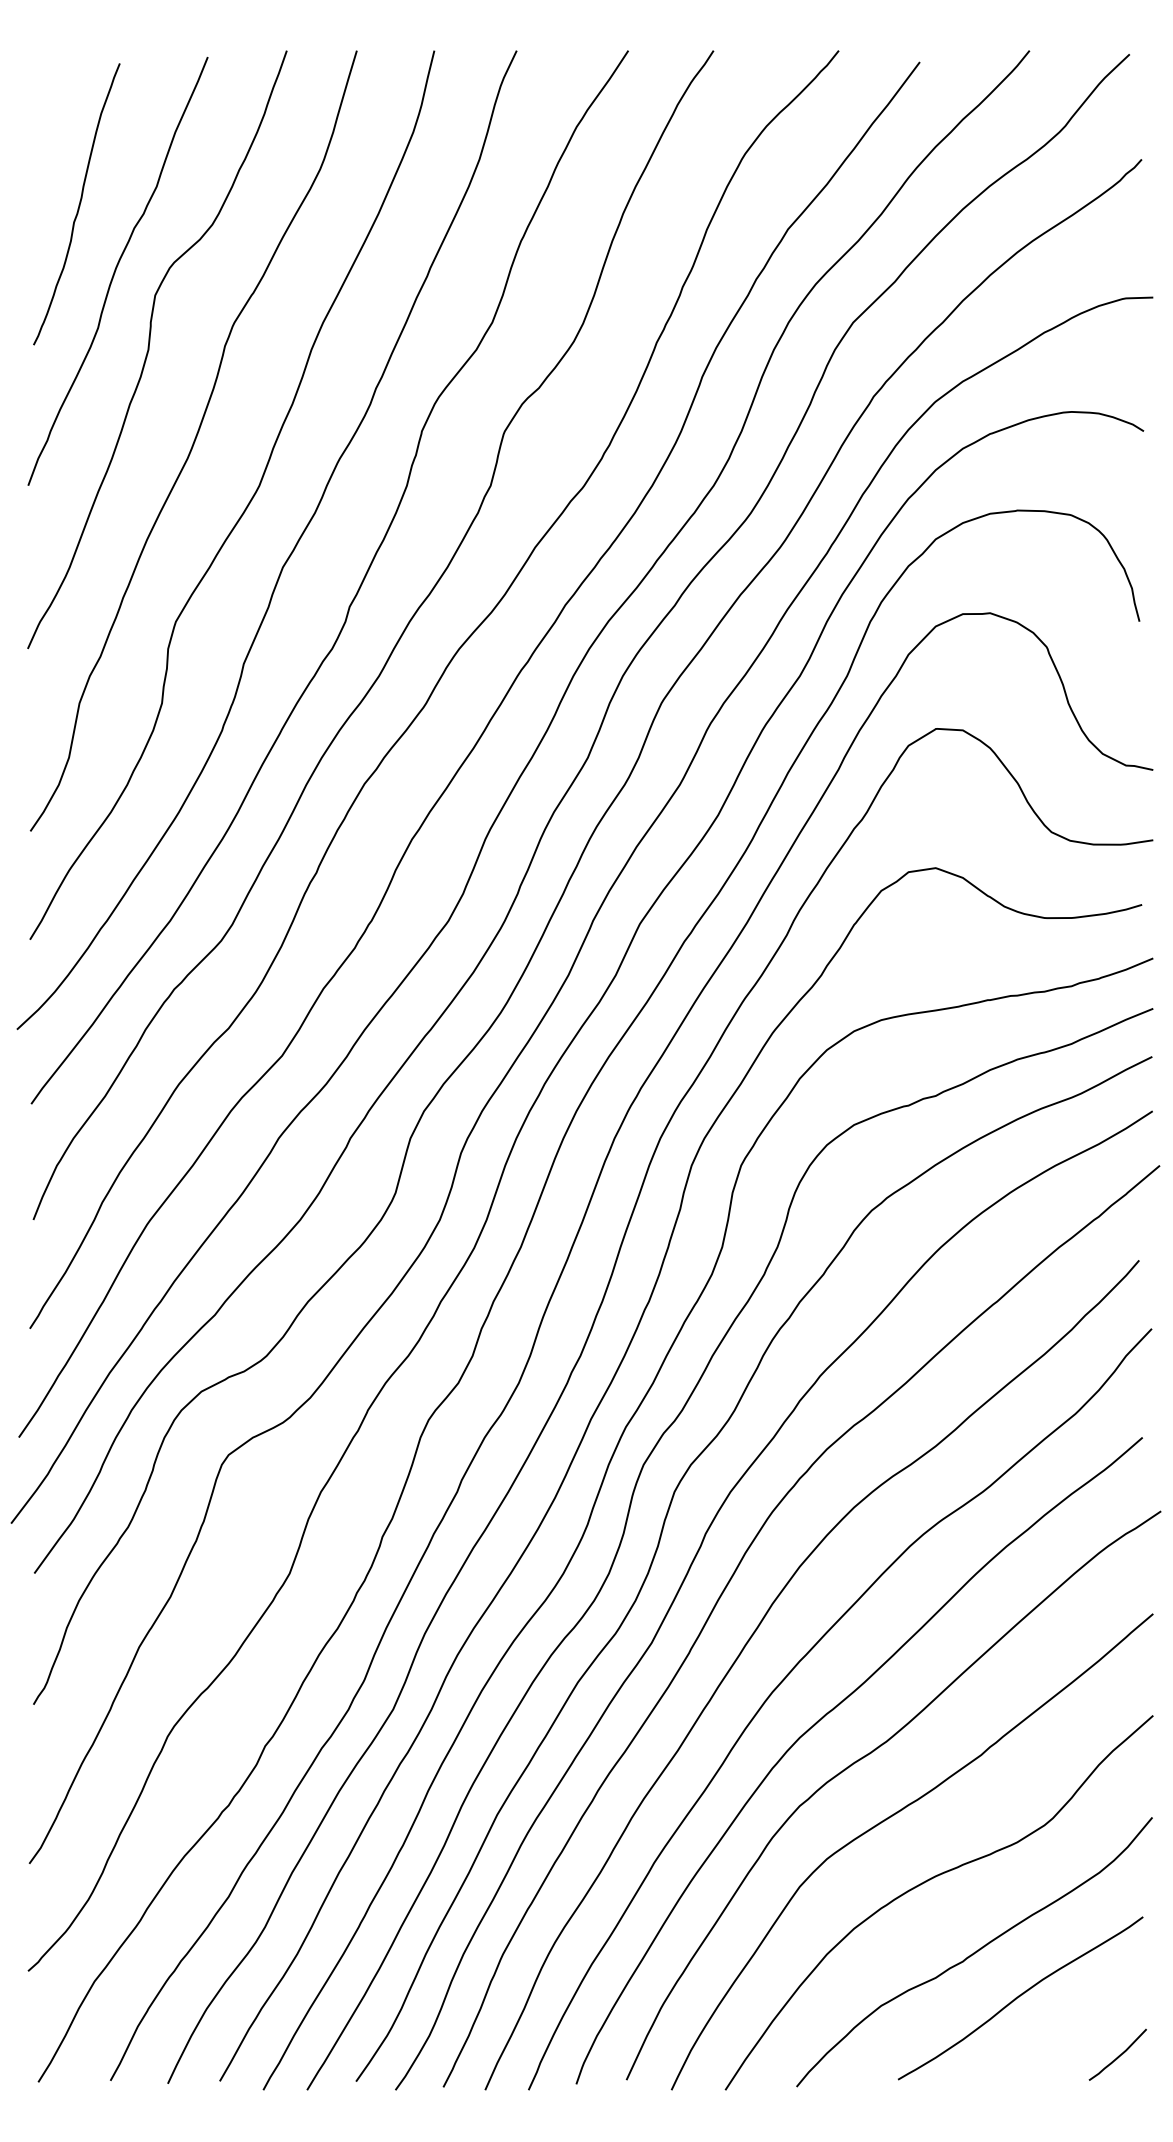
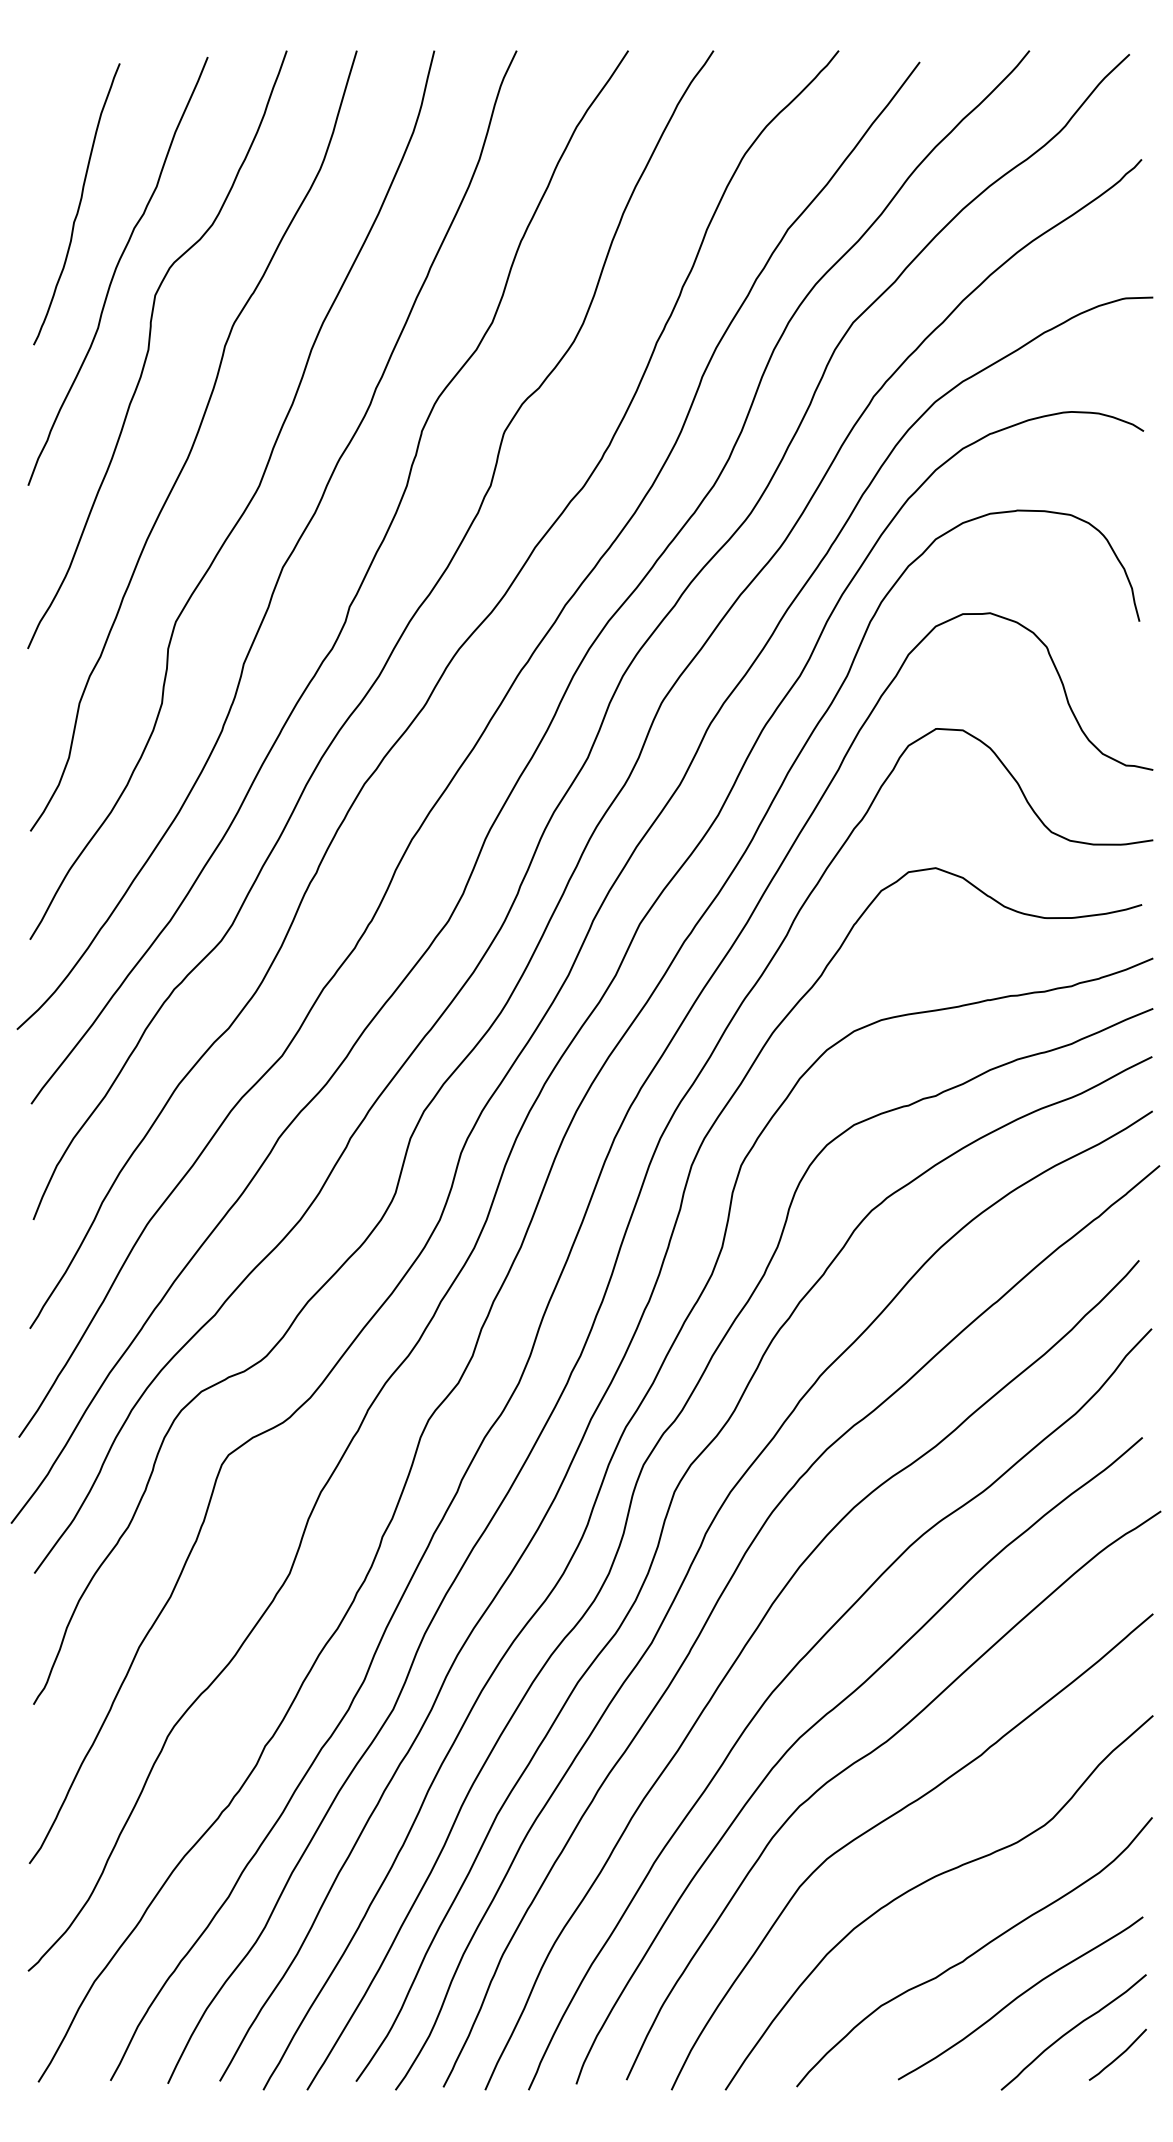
curve at (1072, 2030): none -> present
